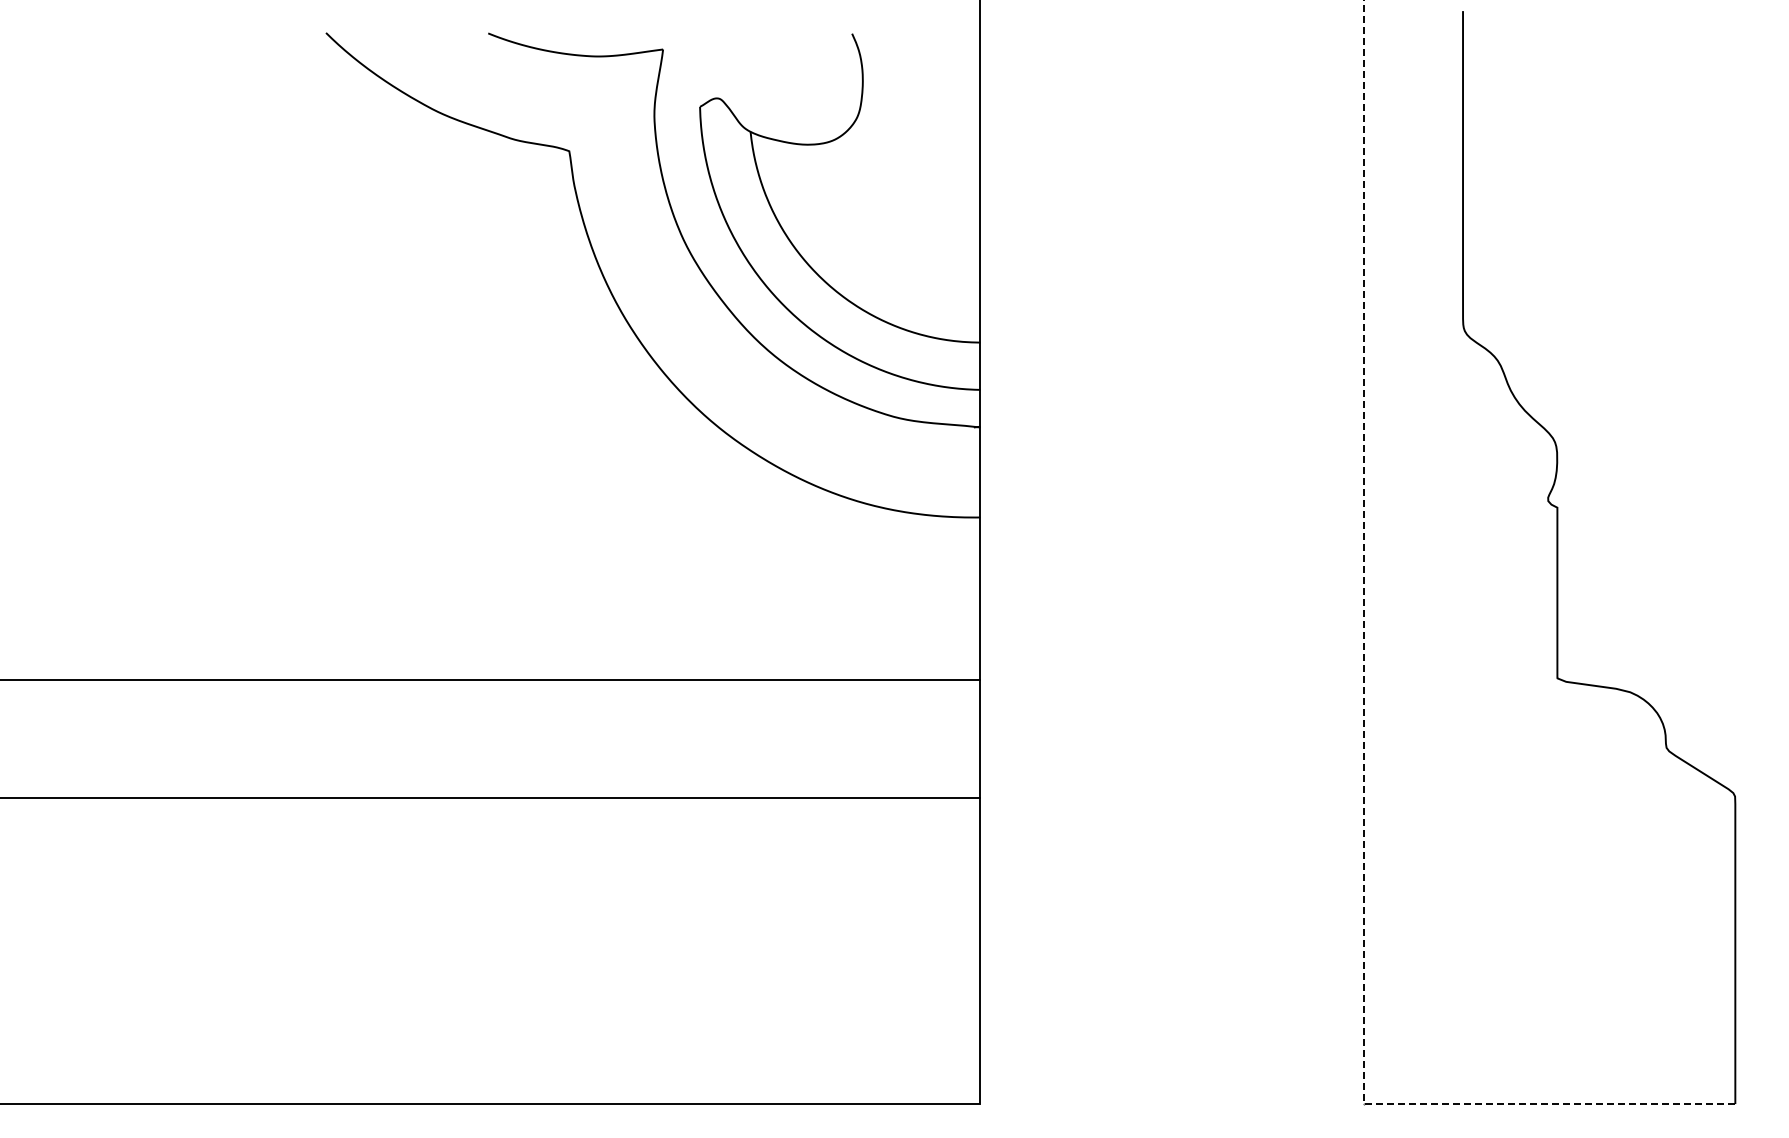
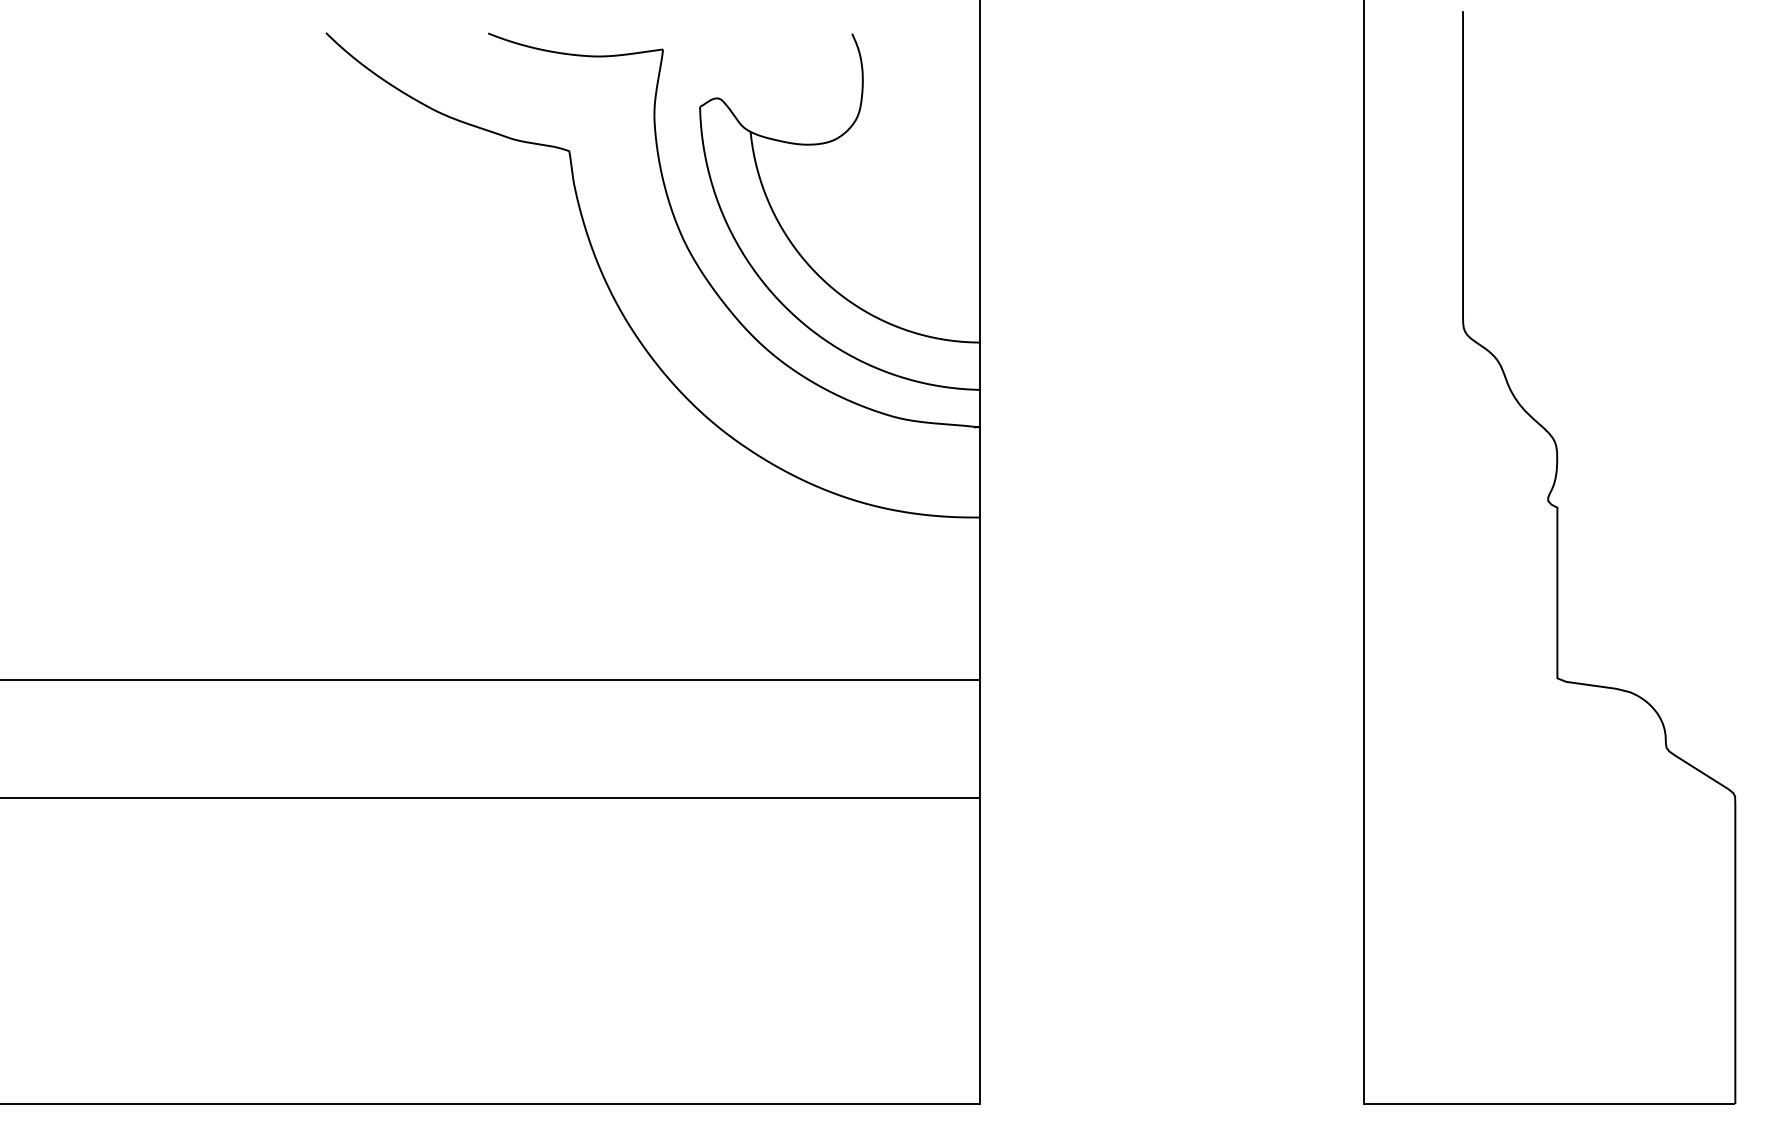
line at (1364, 738): dashed -> solid
